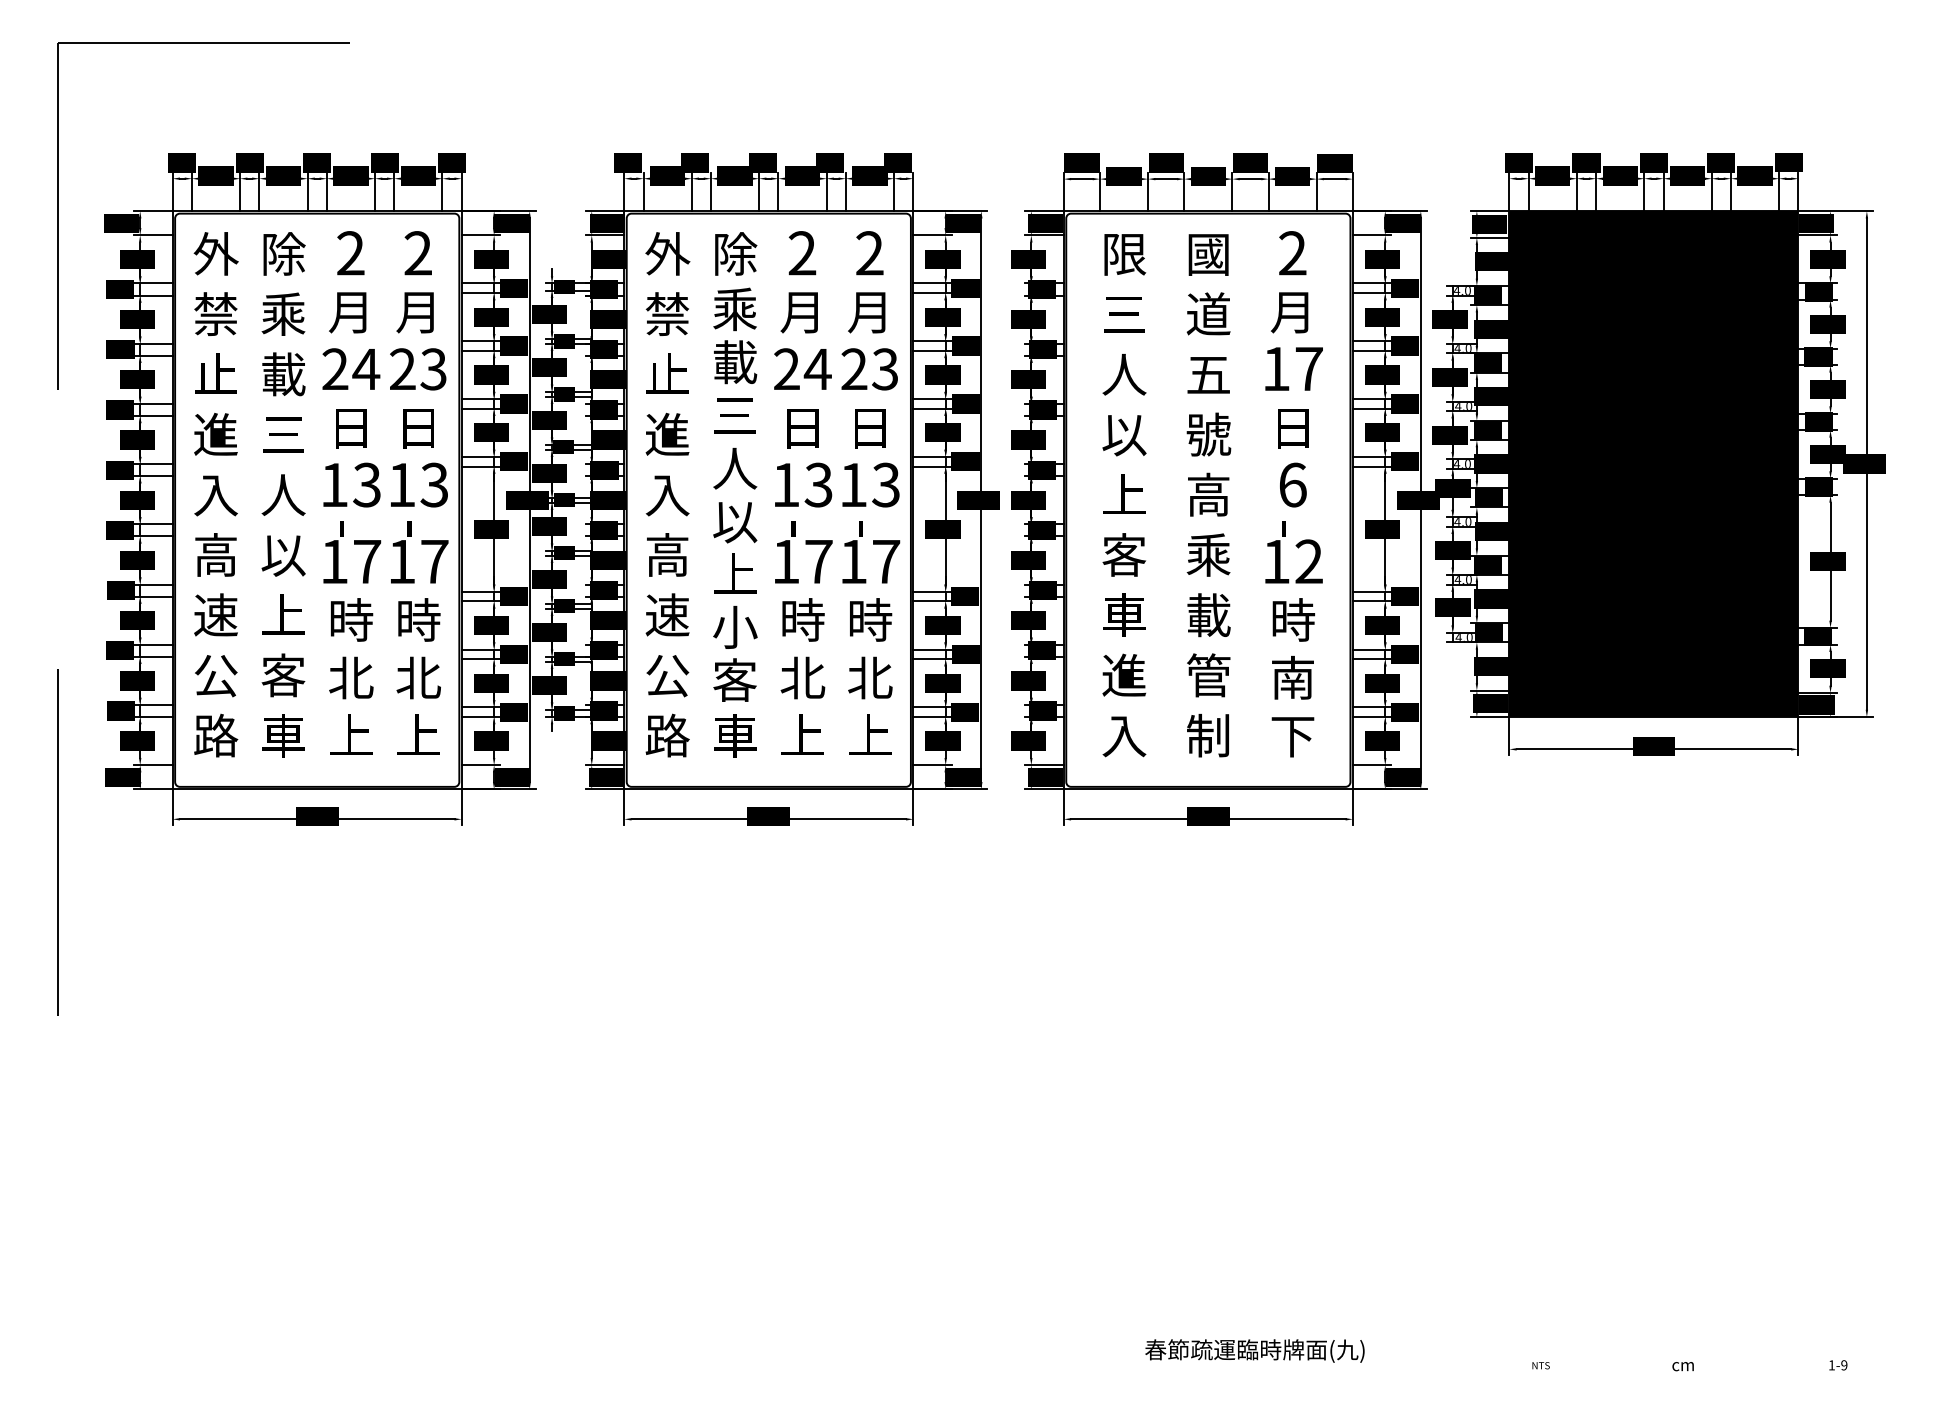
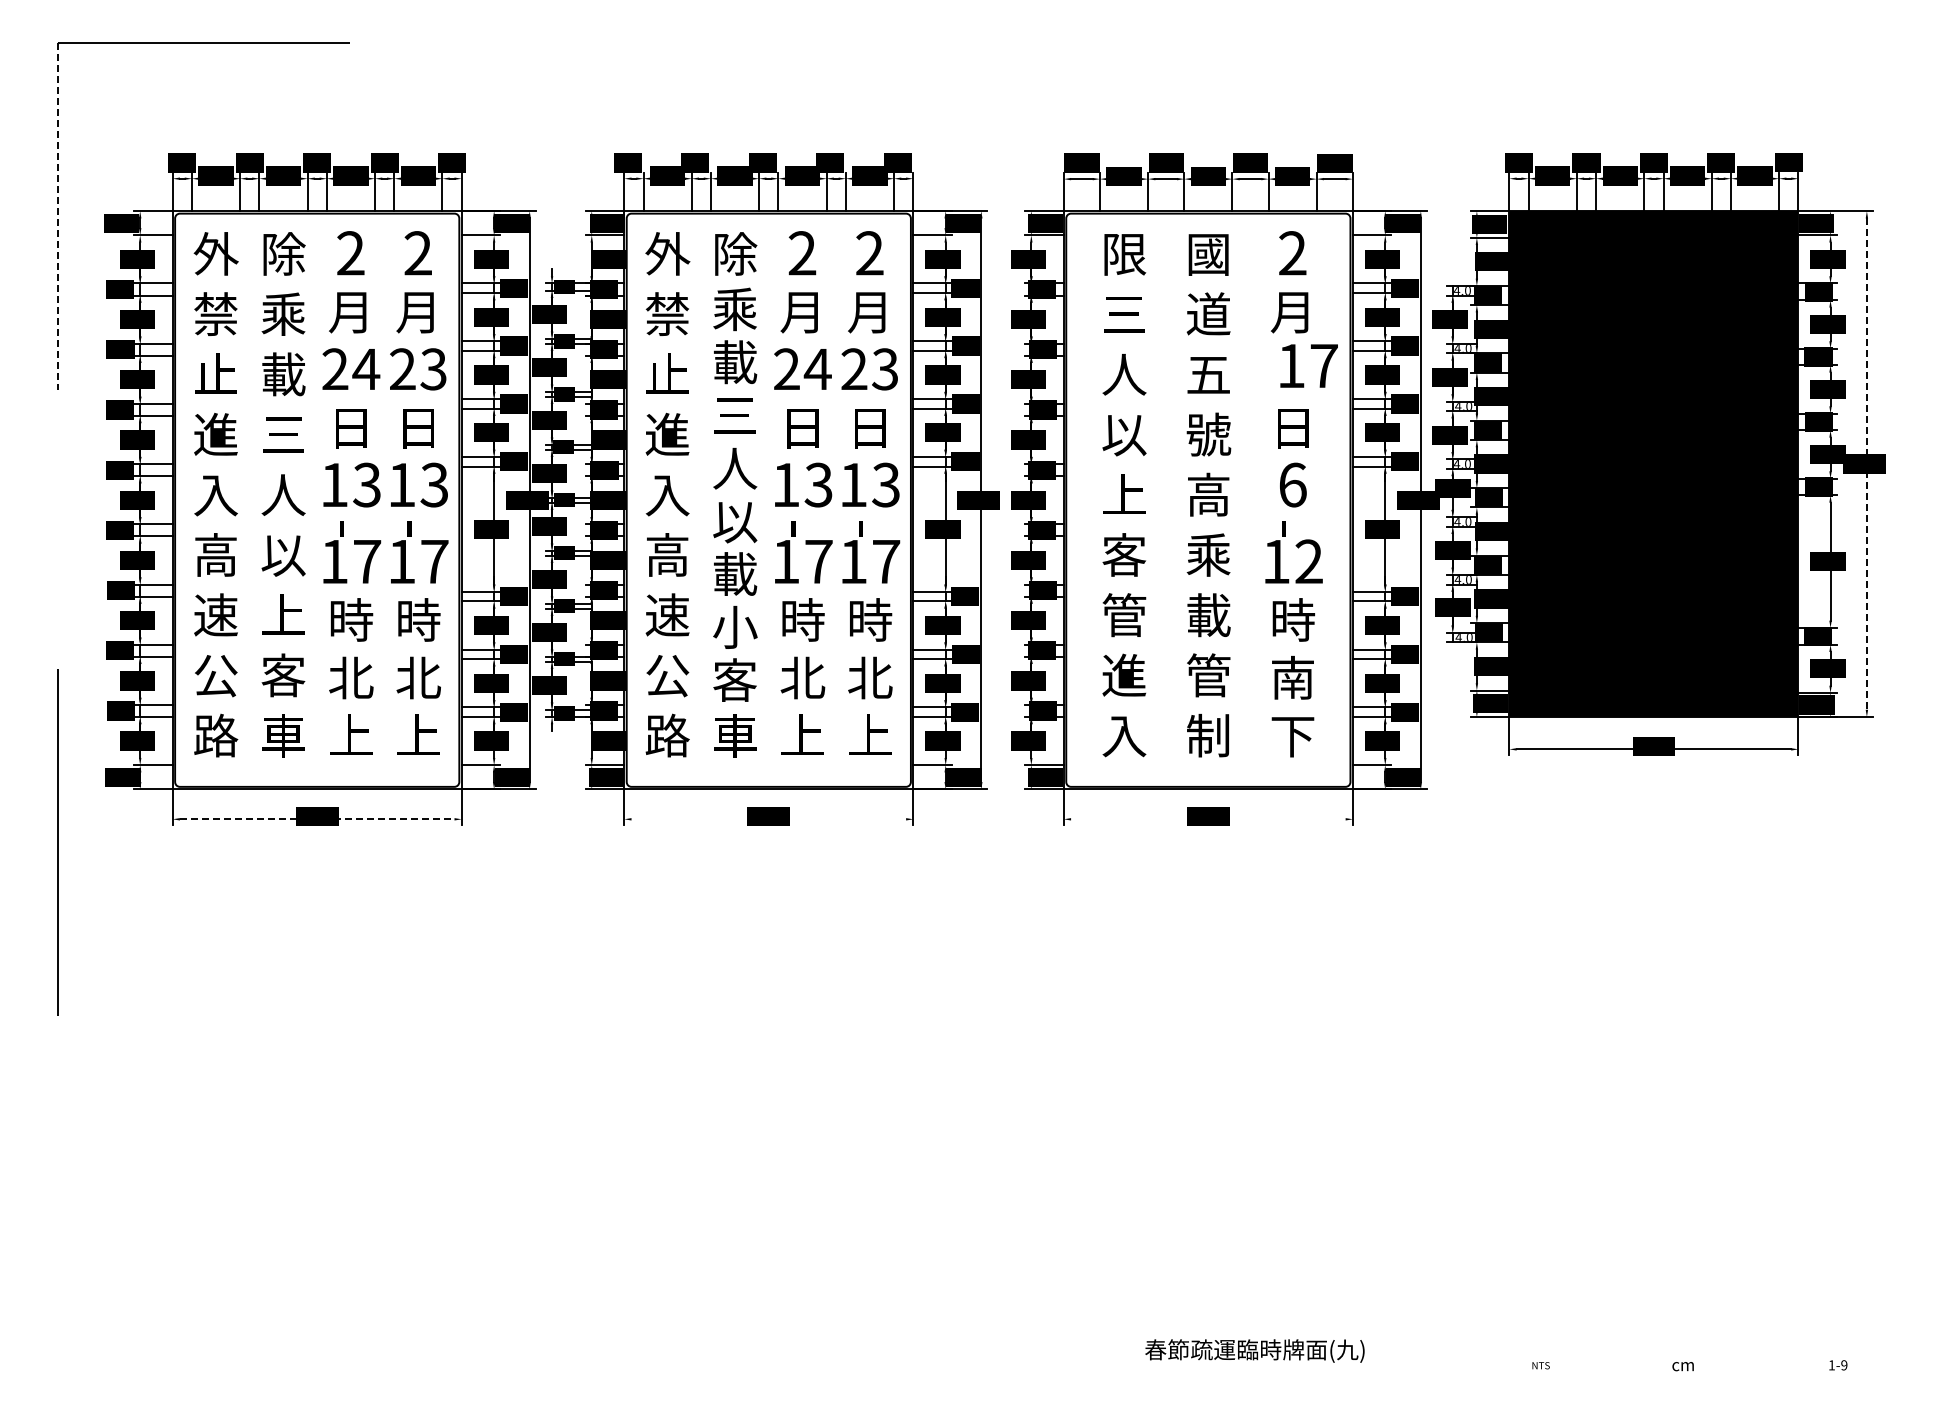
line at (58, 216): solid -> dashed
text at (1293, 368) position: (1293, 368) -> (1308, 365)
line at (1866, 464): solid -> dashed
text at (735, 573): 上 -> 載
text at (1124, 615): 車 -> 管
line at (317, 819): solid -> dashed
line at (768, 819): present -> none
line at (1208, 819): present -> none
